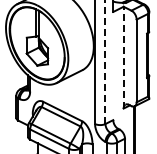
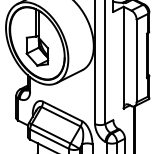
line at (123, 57): dashed -> solid
line at (105, 62): dashed -> solid
